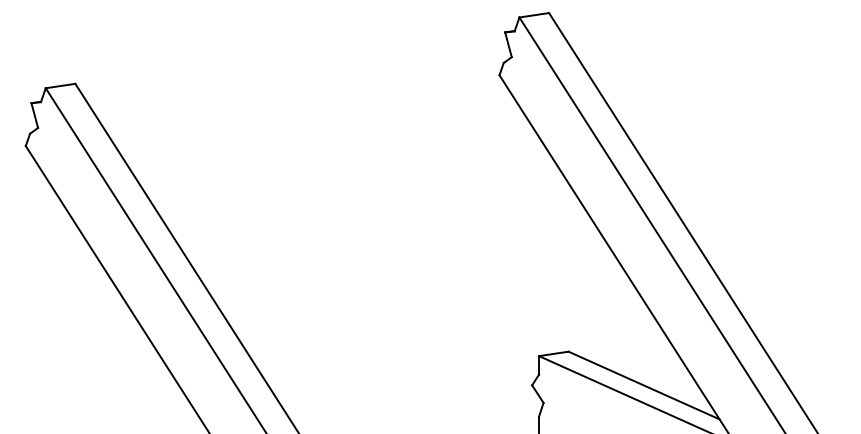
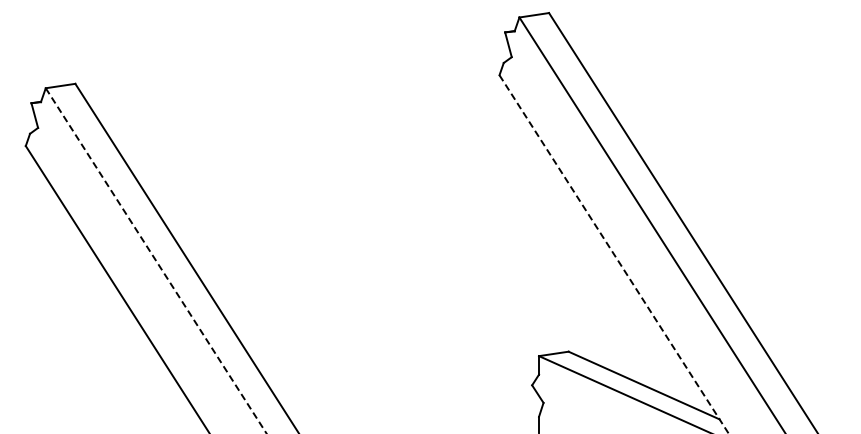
line at (614, 254): solid -> dashed
line at (156, 260): solid -> dashed
